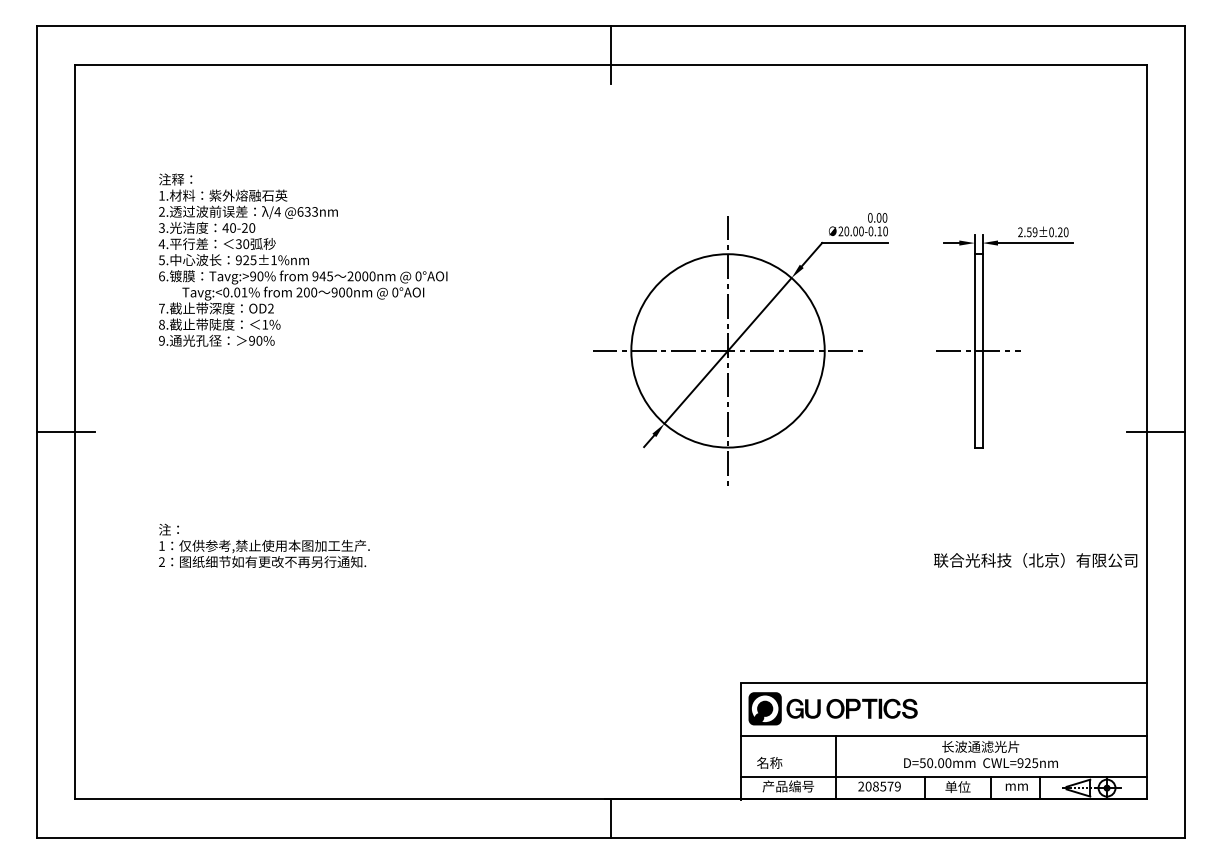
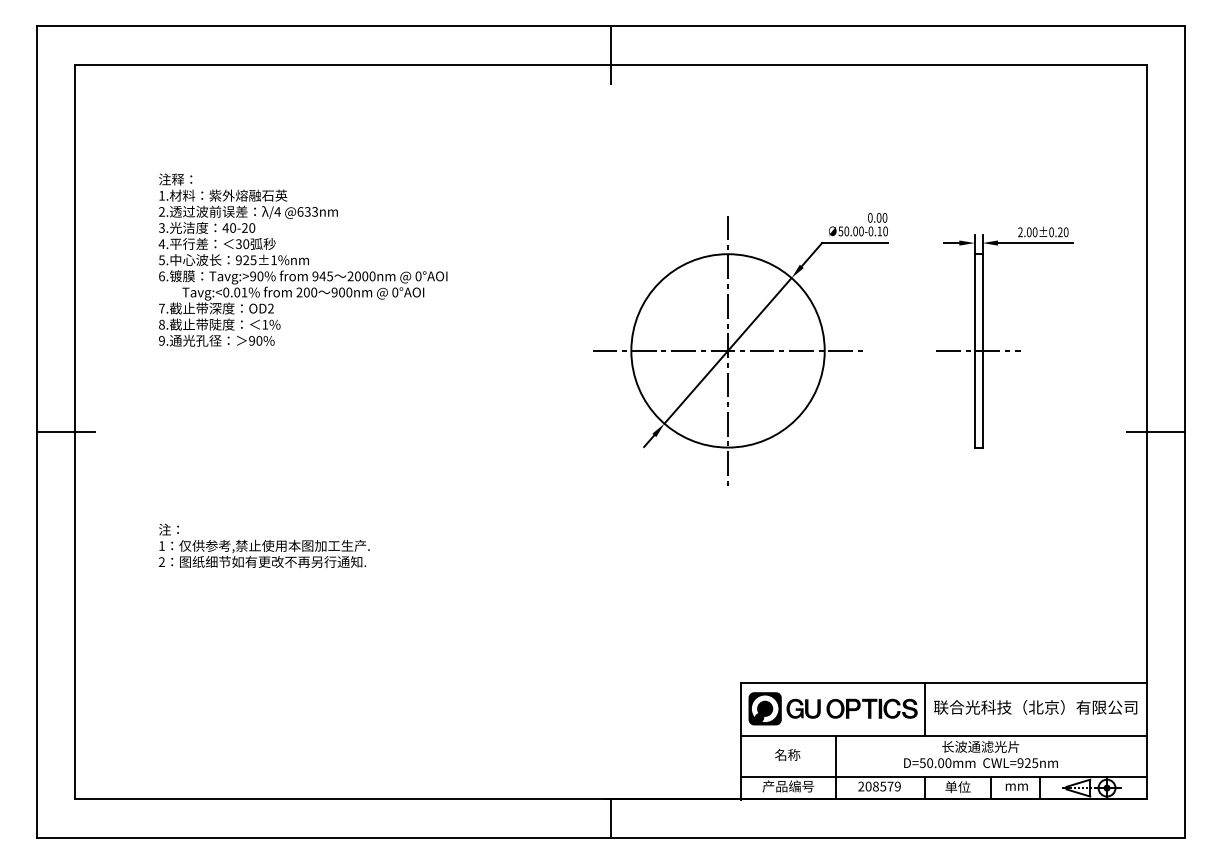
text at (840, 231): 20.00 -> 50.00
text at (1032, 232): 2.59±0.20 -> 2.00±0.20
text at (1035, 560) position: (1035, 560) -> (1035, 707)
line at (924, 709): none -> present
text at (769, 762) position: (769, 762) -> (787, 754)
